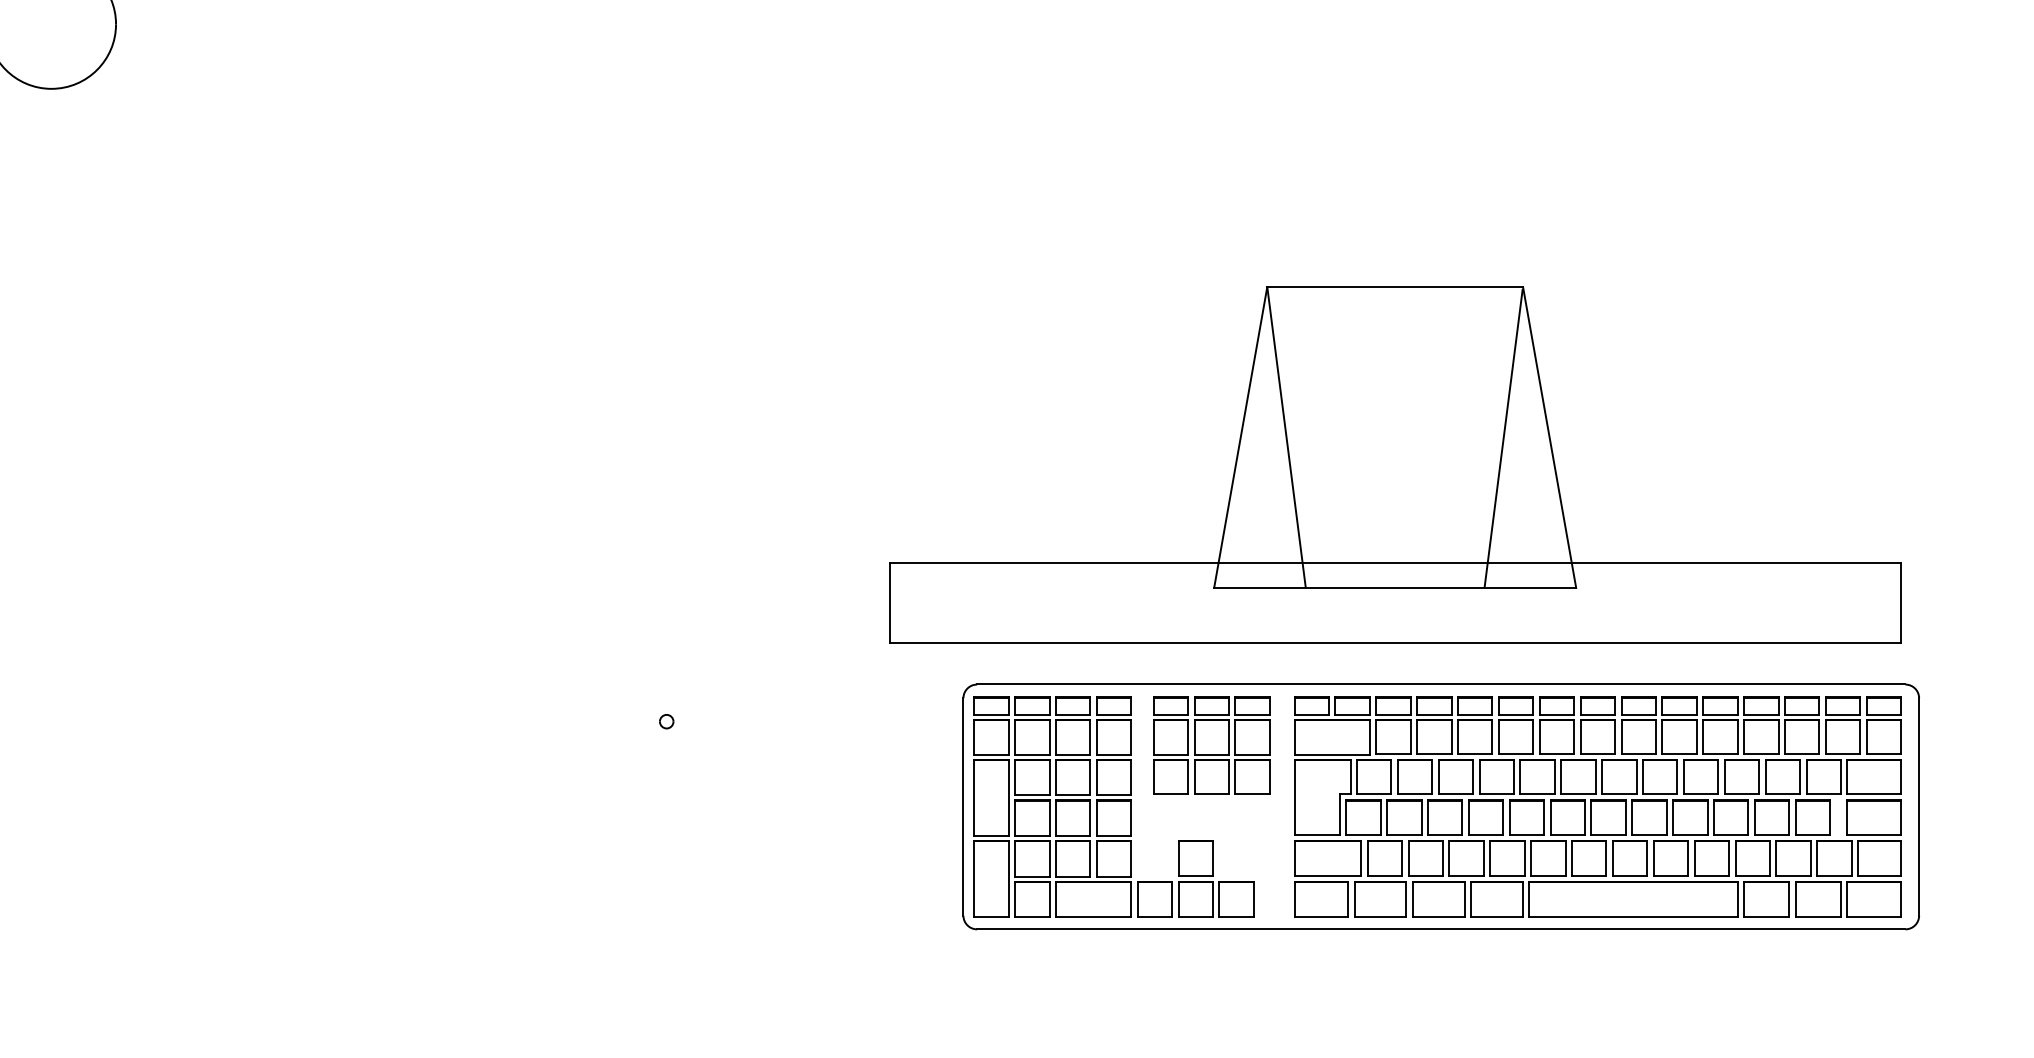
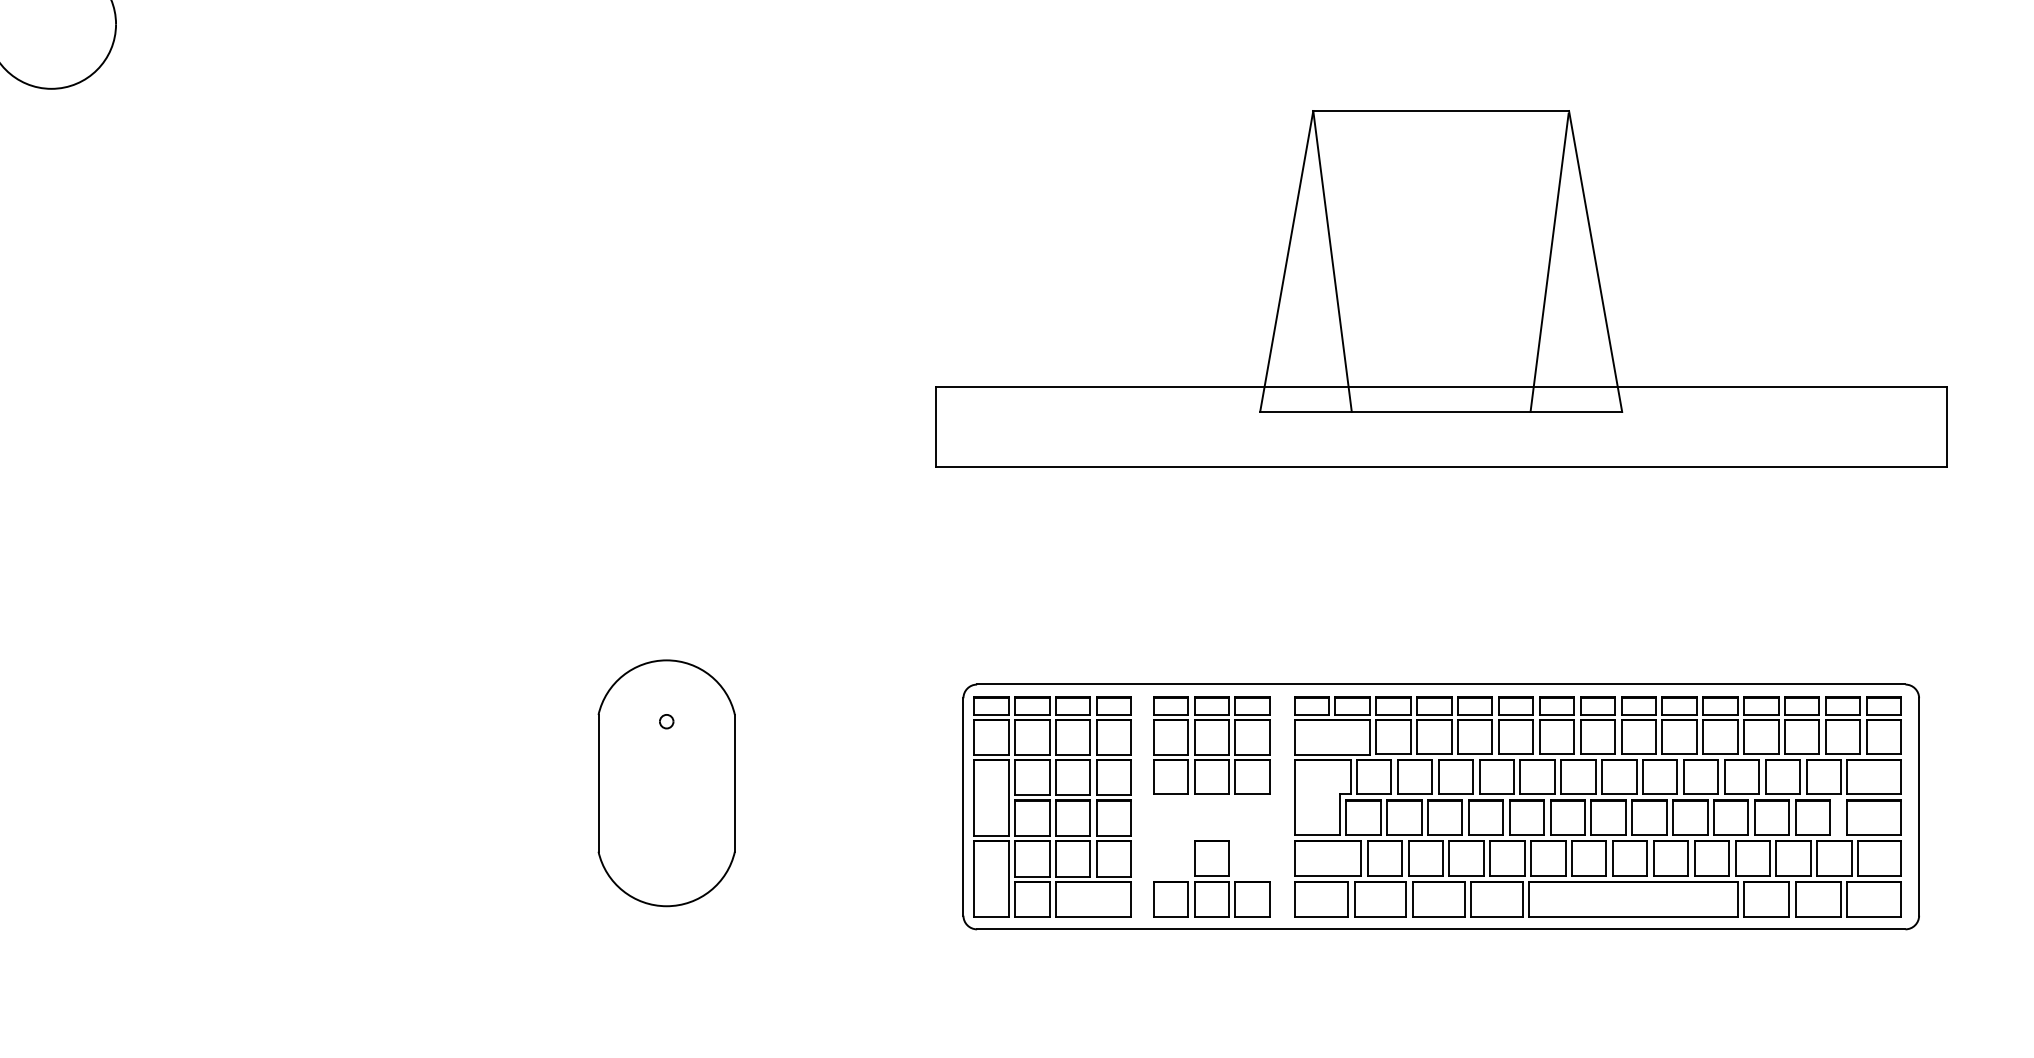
part at (1395, 464) position: (1395, 464) -> (1441, 288)
part at (666, 783): none -> present
part at (1195, 878) position: (1195, 878) -> (1211, 878)
